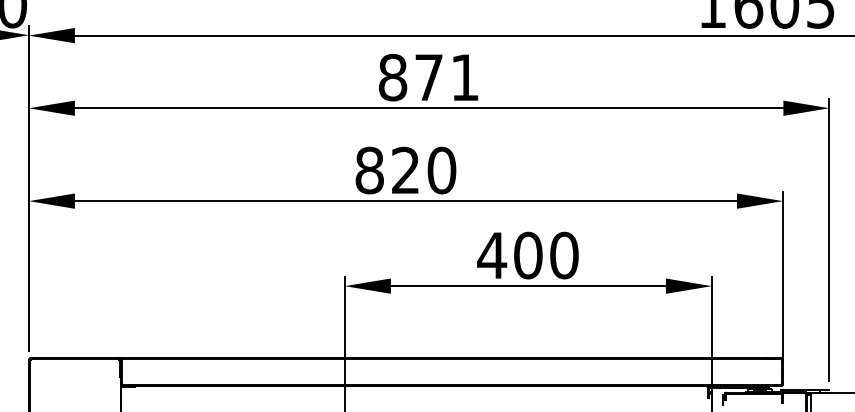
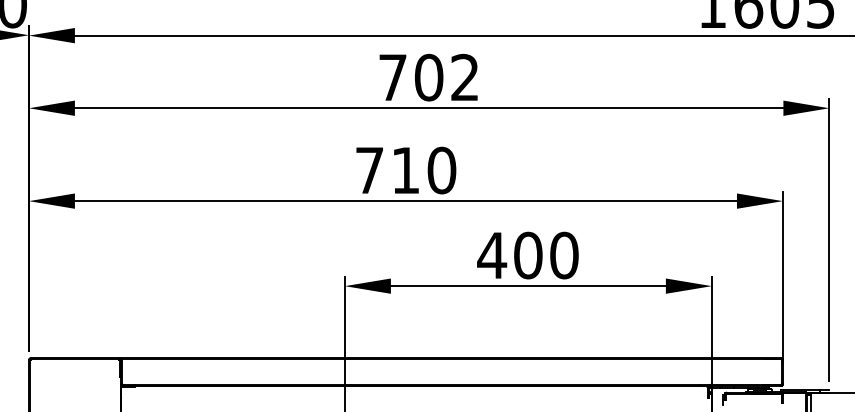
text at (428, 77): 871 -> 702
text at (386, 170): 820 -> 710
